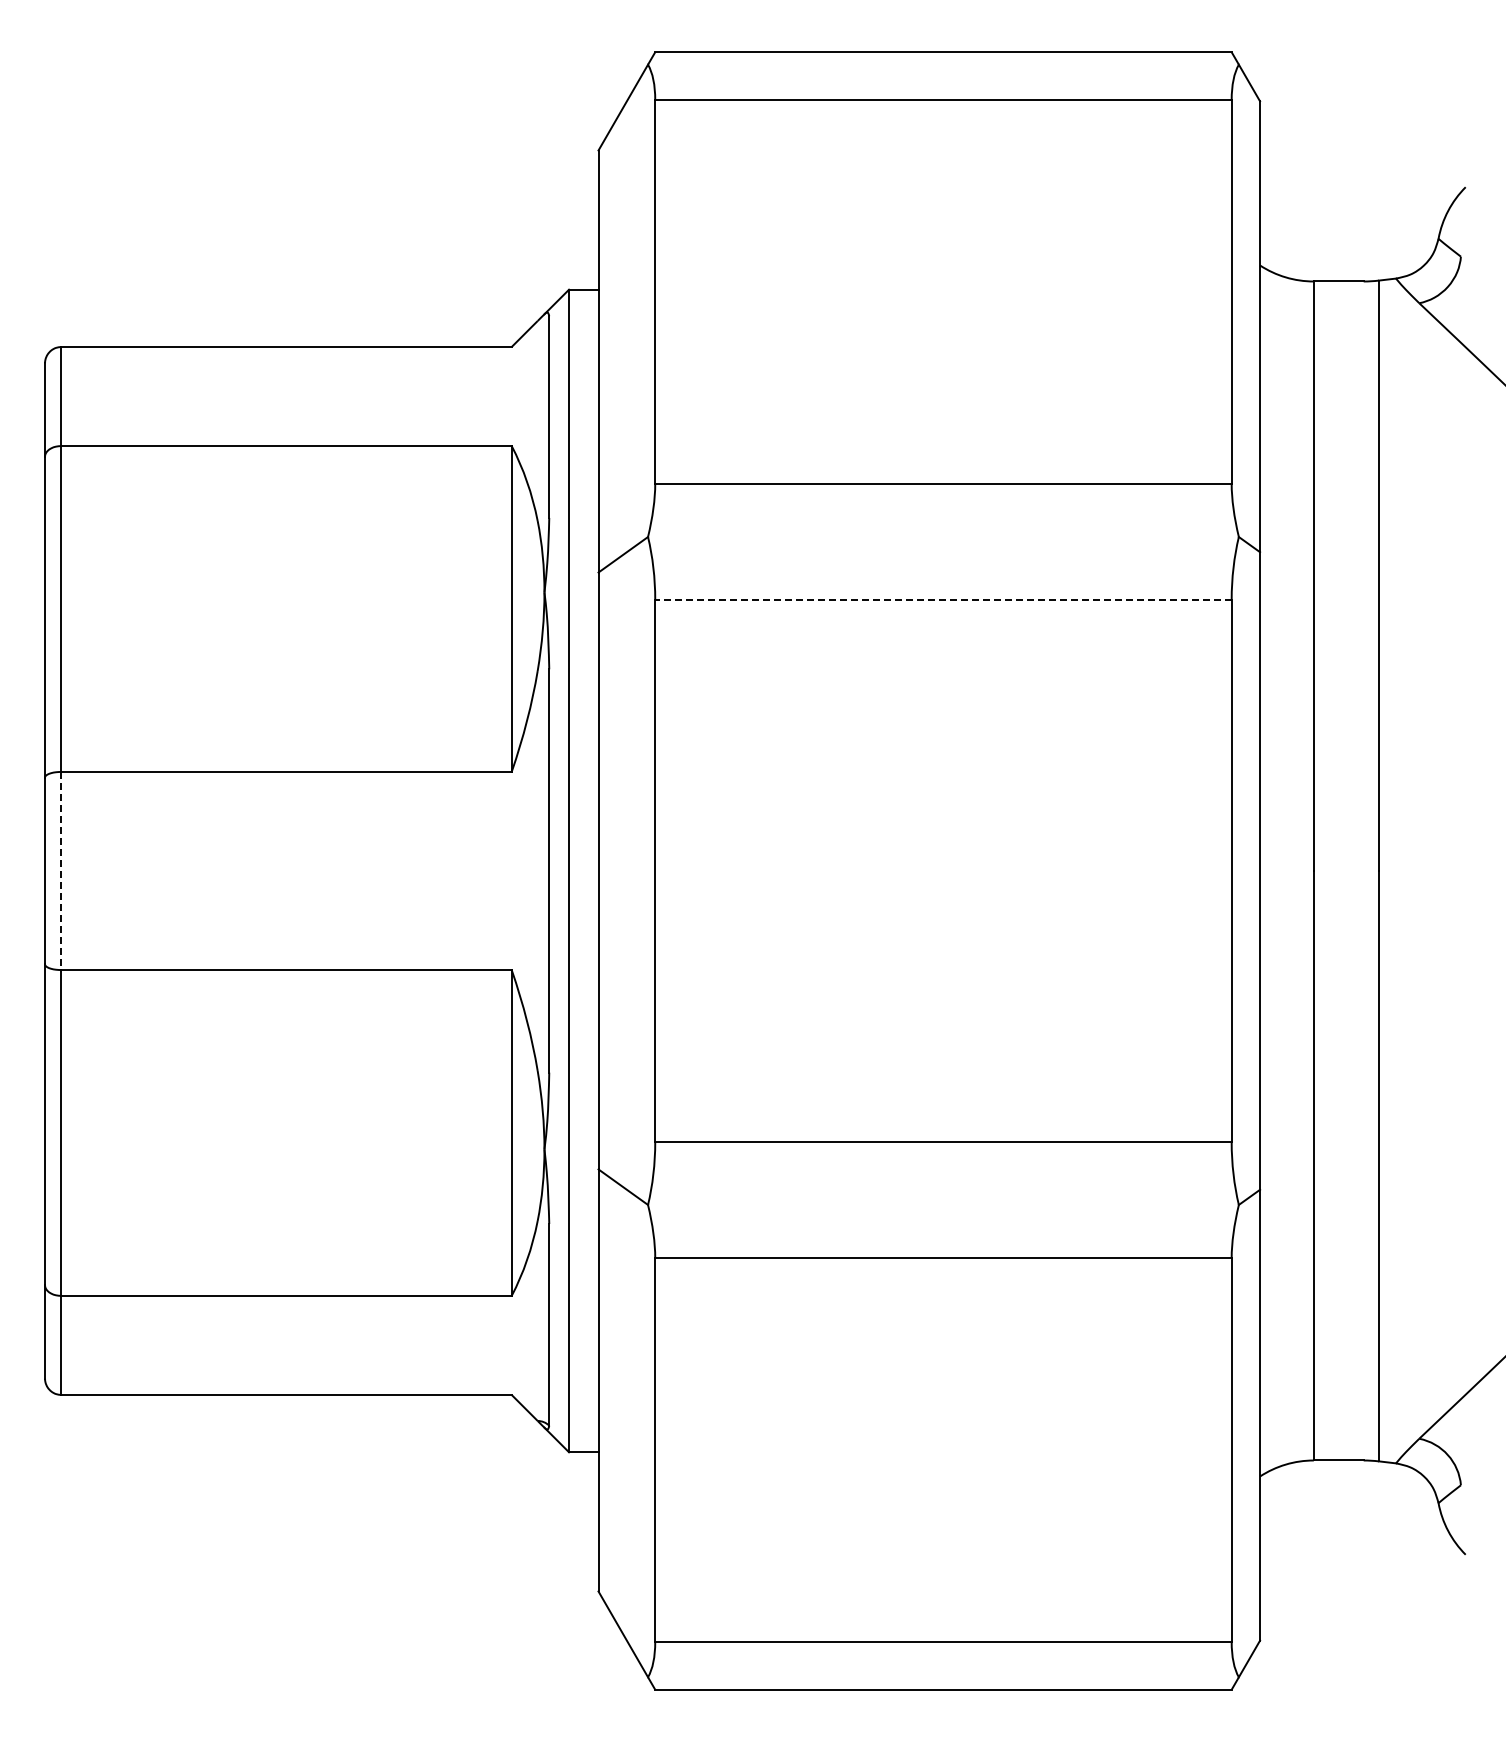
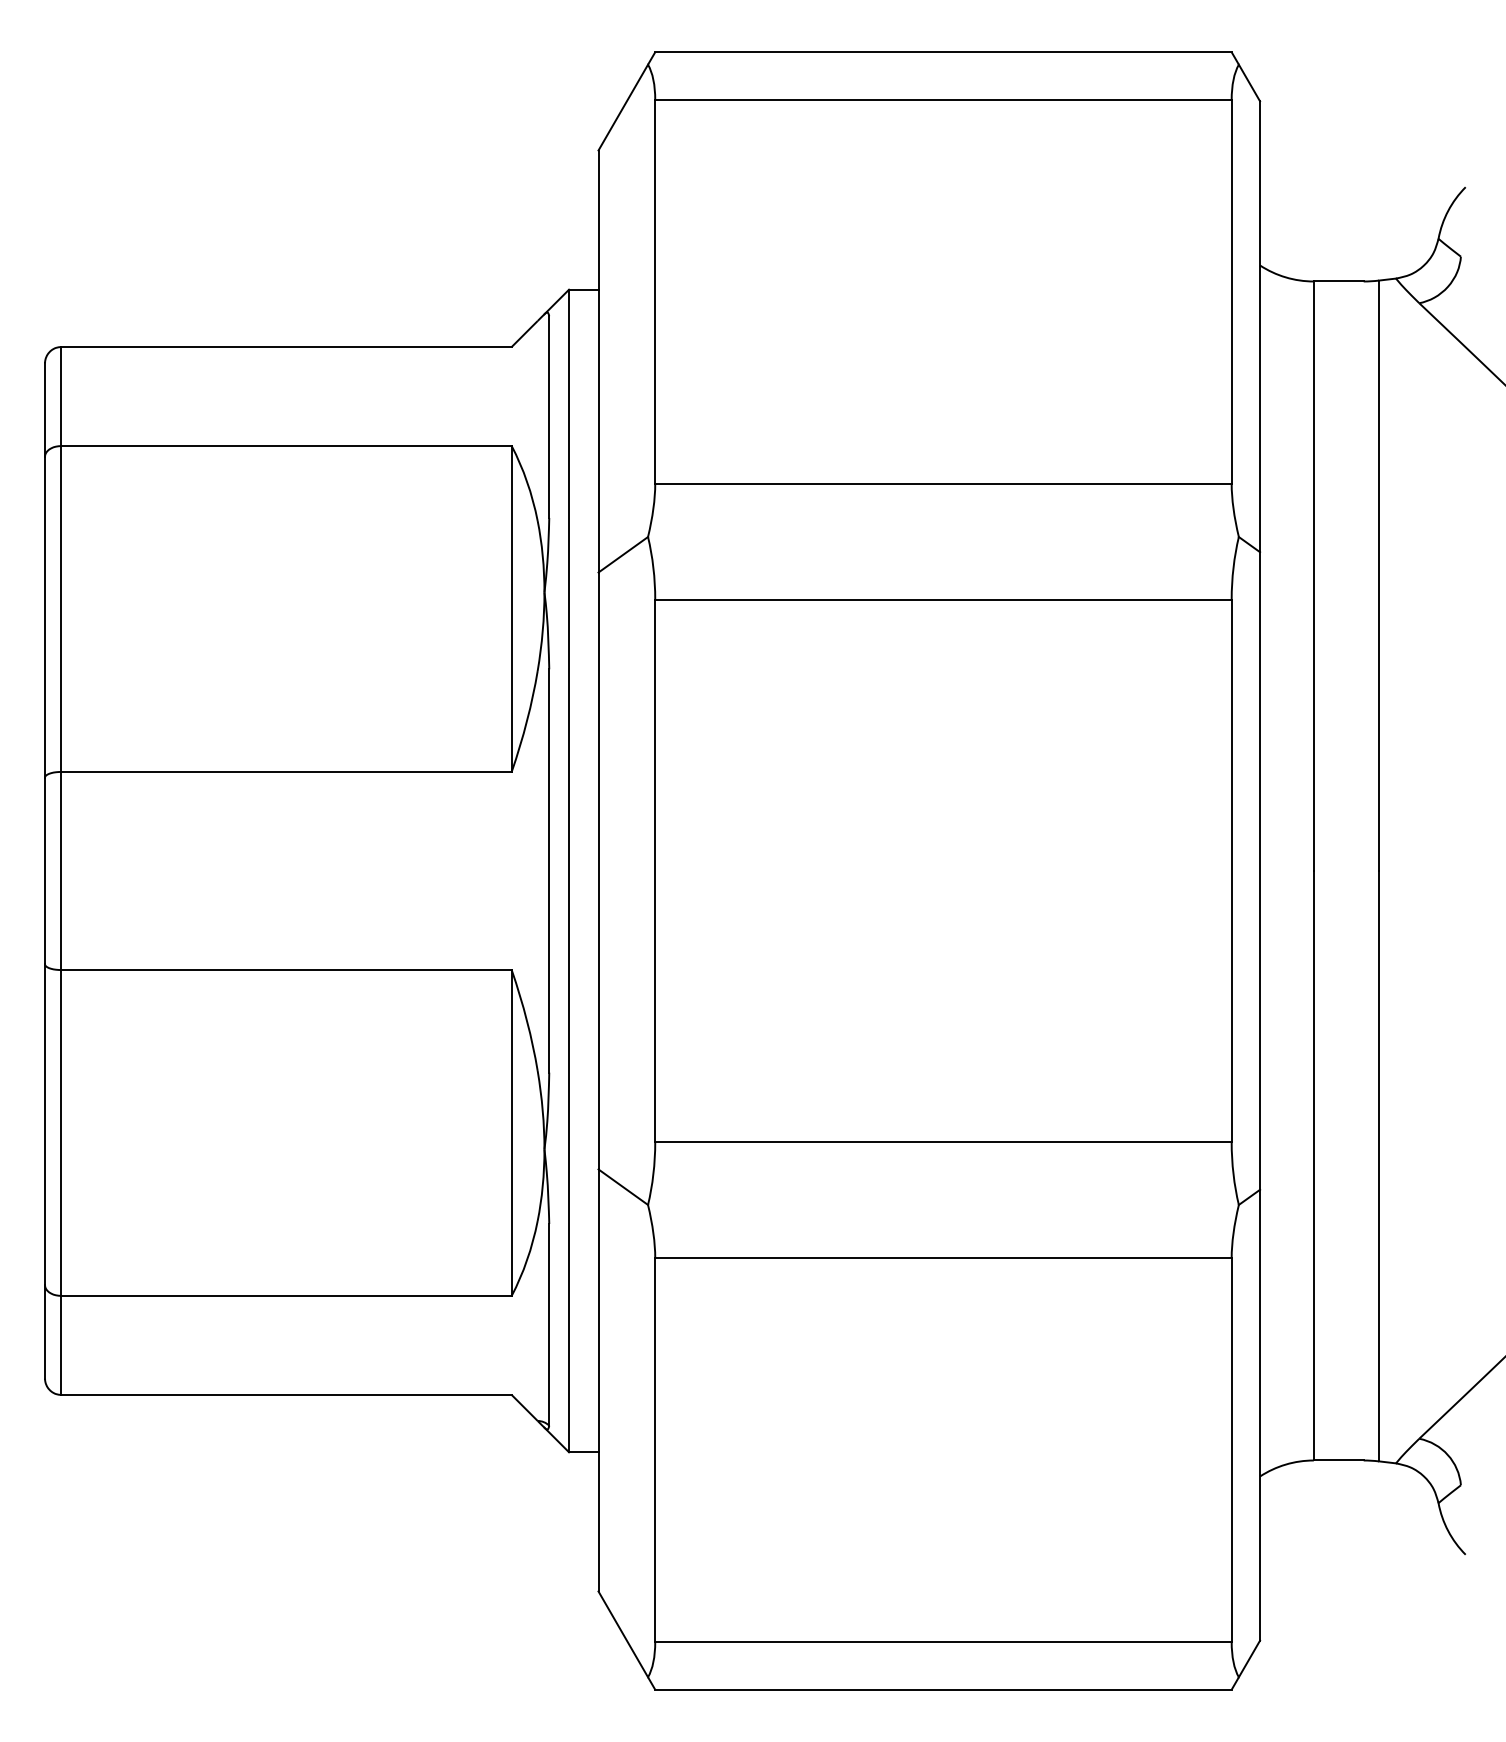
line at (942, 599): dashed -> solid
line at (61, 871): dashed -> solid
